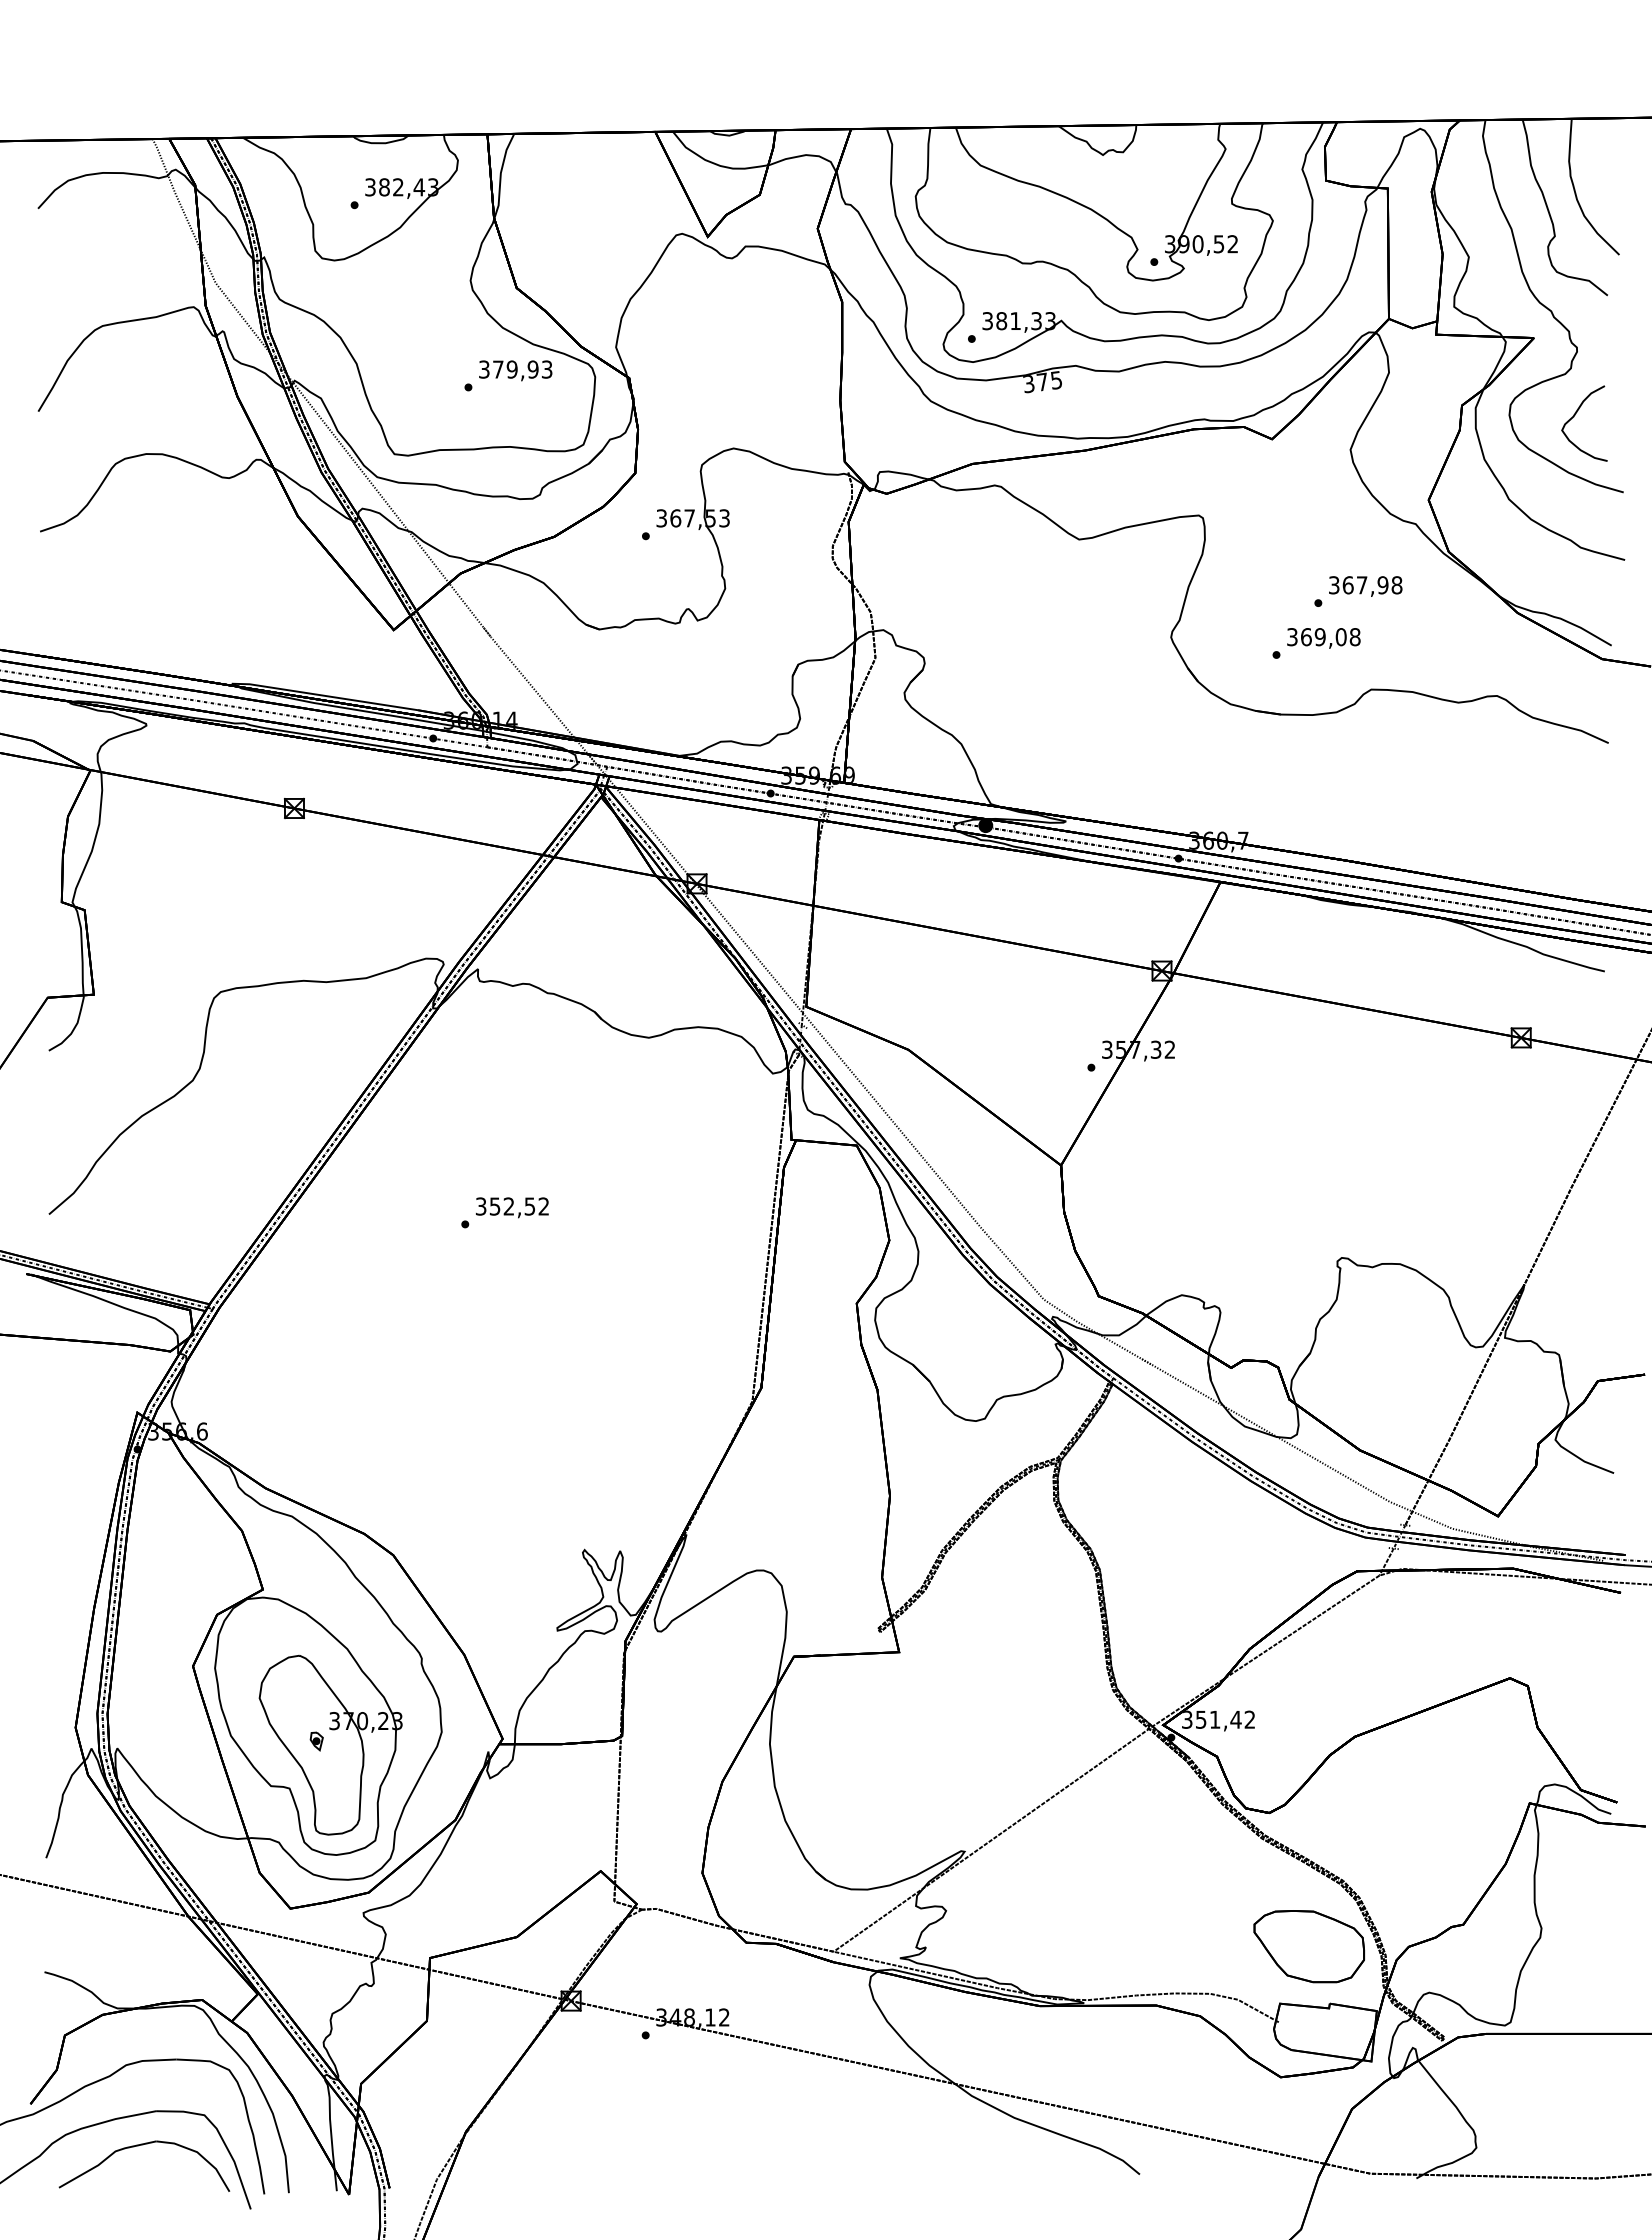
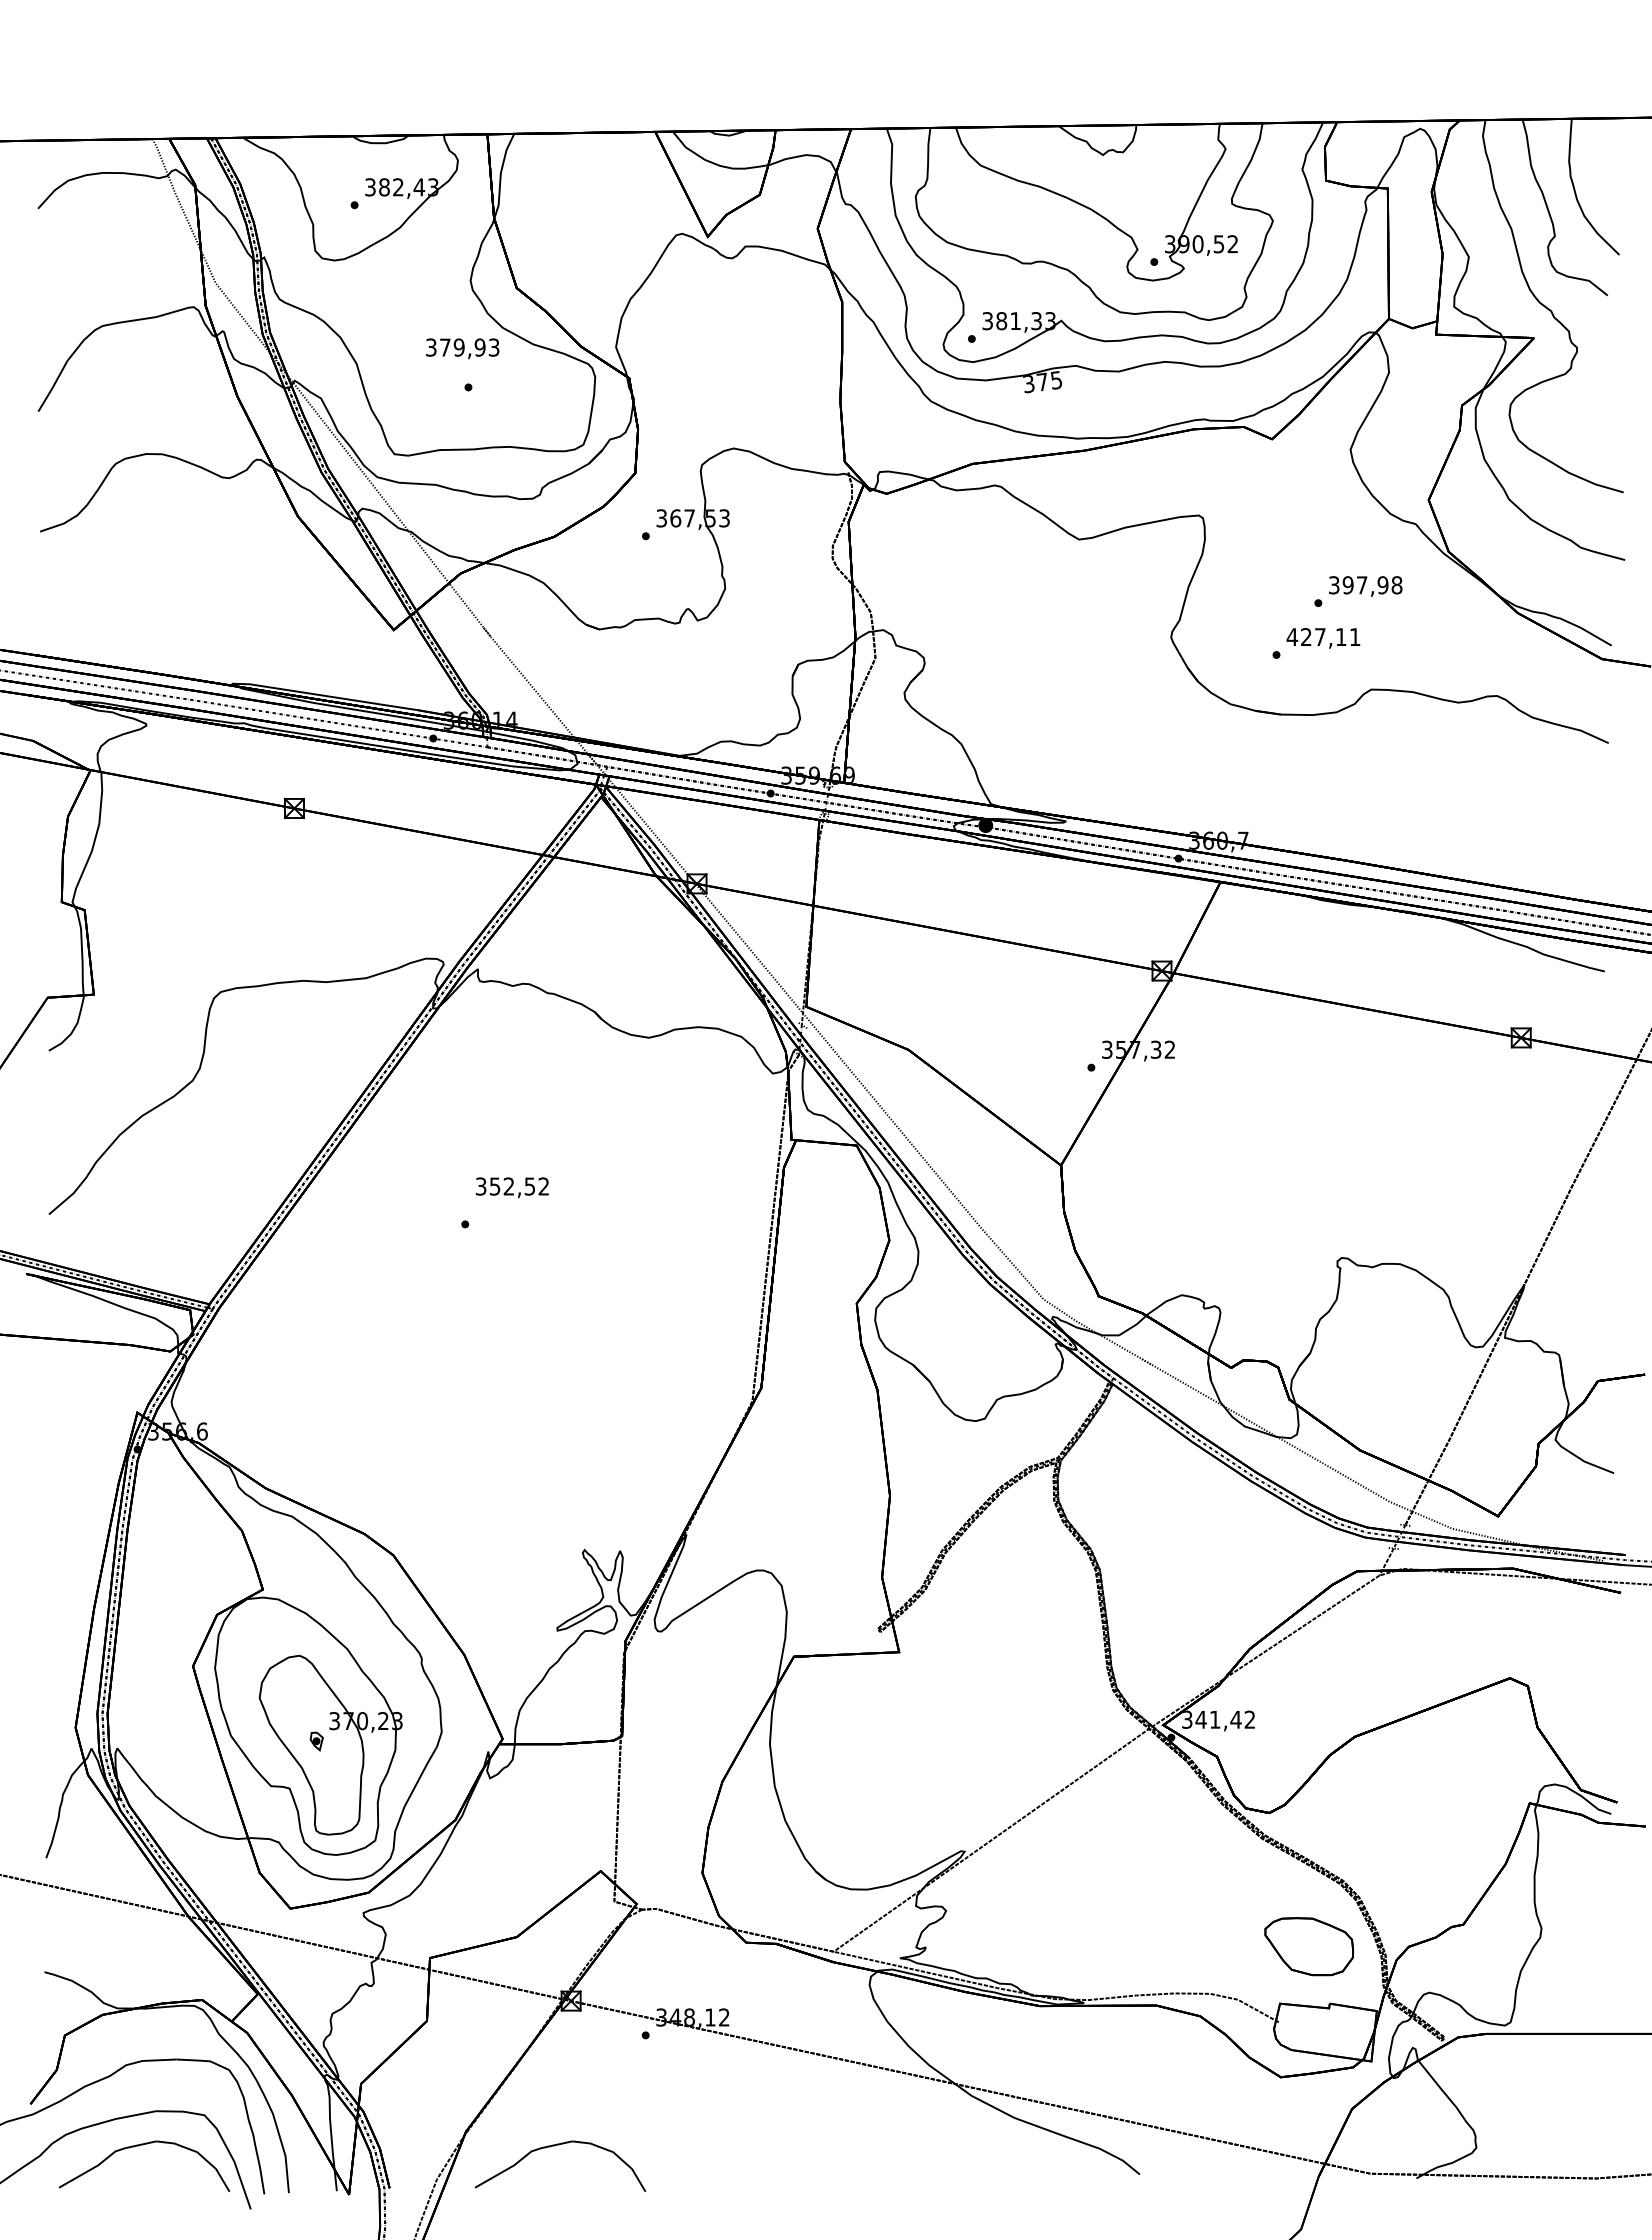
text at (515, 370) position: (515, 370) -> (462, 348)
curve at (1575, 415): present -> none
text at (1347, 585): 367,98 -> 397,98
text at (1323, 637): 369,08 -> 427,11
text at (512, 1207) position: (512, 1207) -> (512, 1187)
text at (1200, 1719): 351,42 -> 341,42
part at (1308, 1946) size: 112x74 px -> 90x60 px
part at (554, 2146): none -> present
